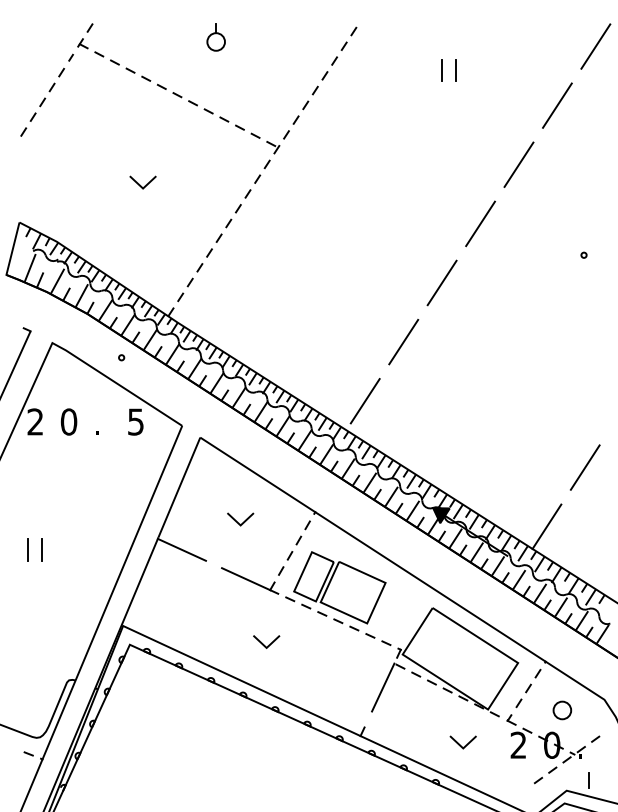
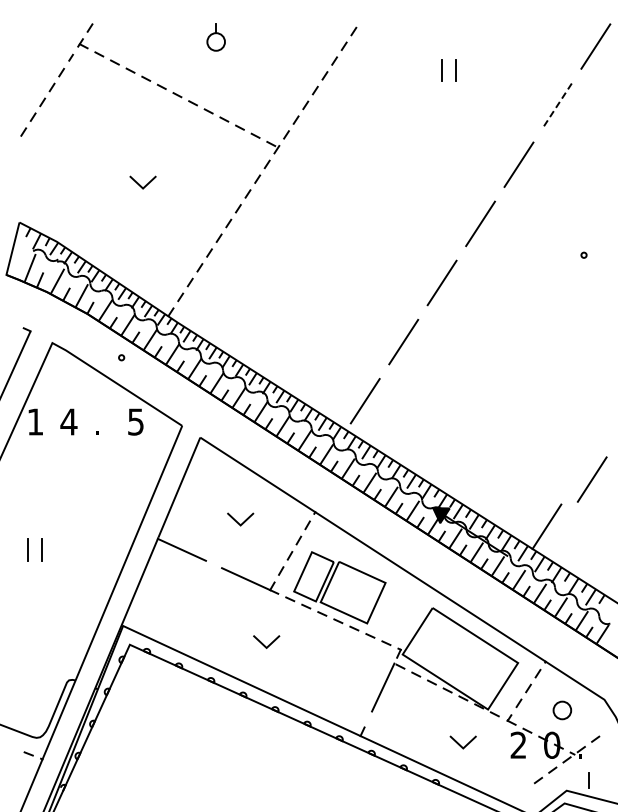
line at (557, 106): solid -> dashed
text at (34, 421): 2 -> 1
text at (68, 421): 0 -> 4
line at (585, 467) position: (585, 467) -> (592, 479)
